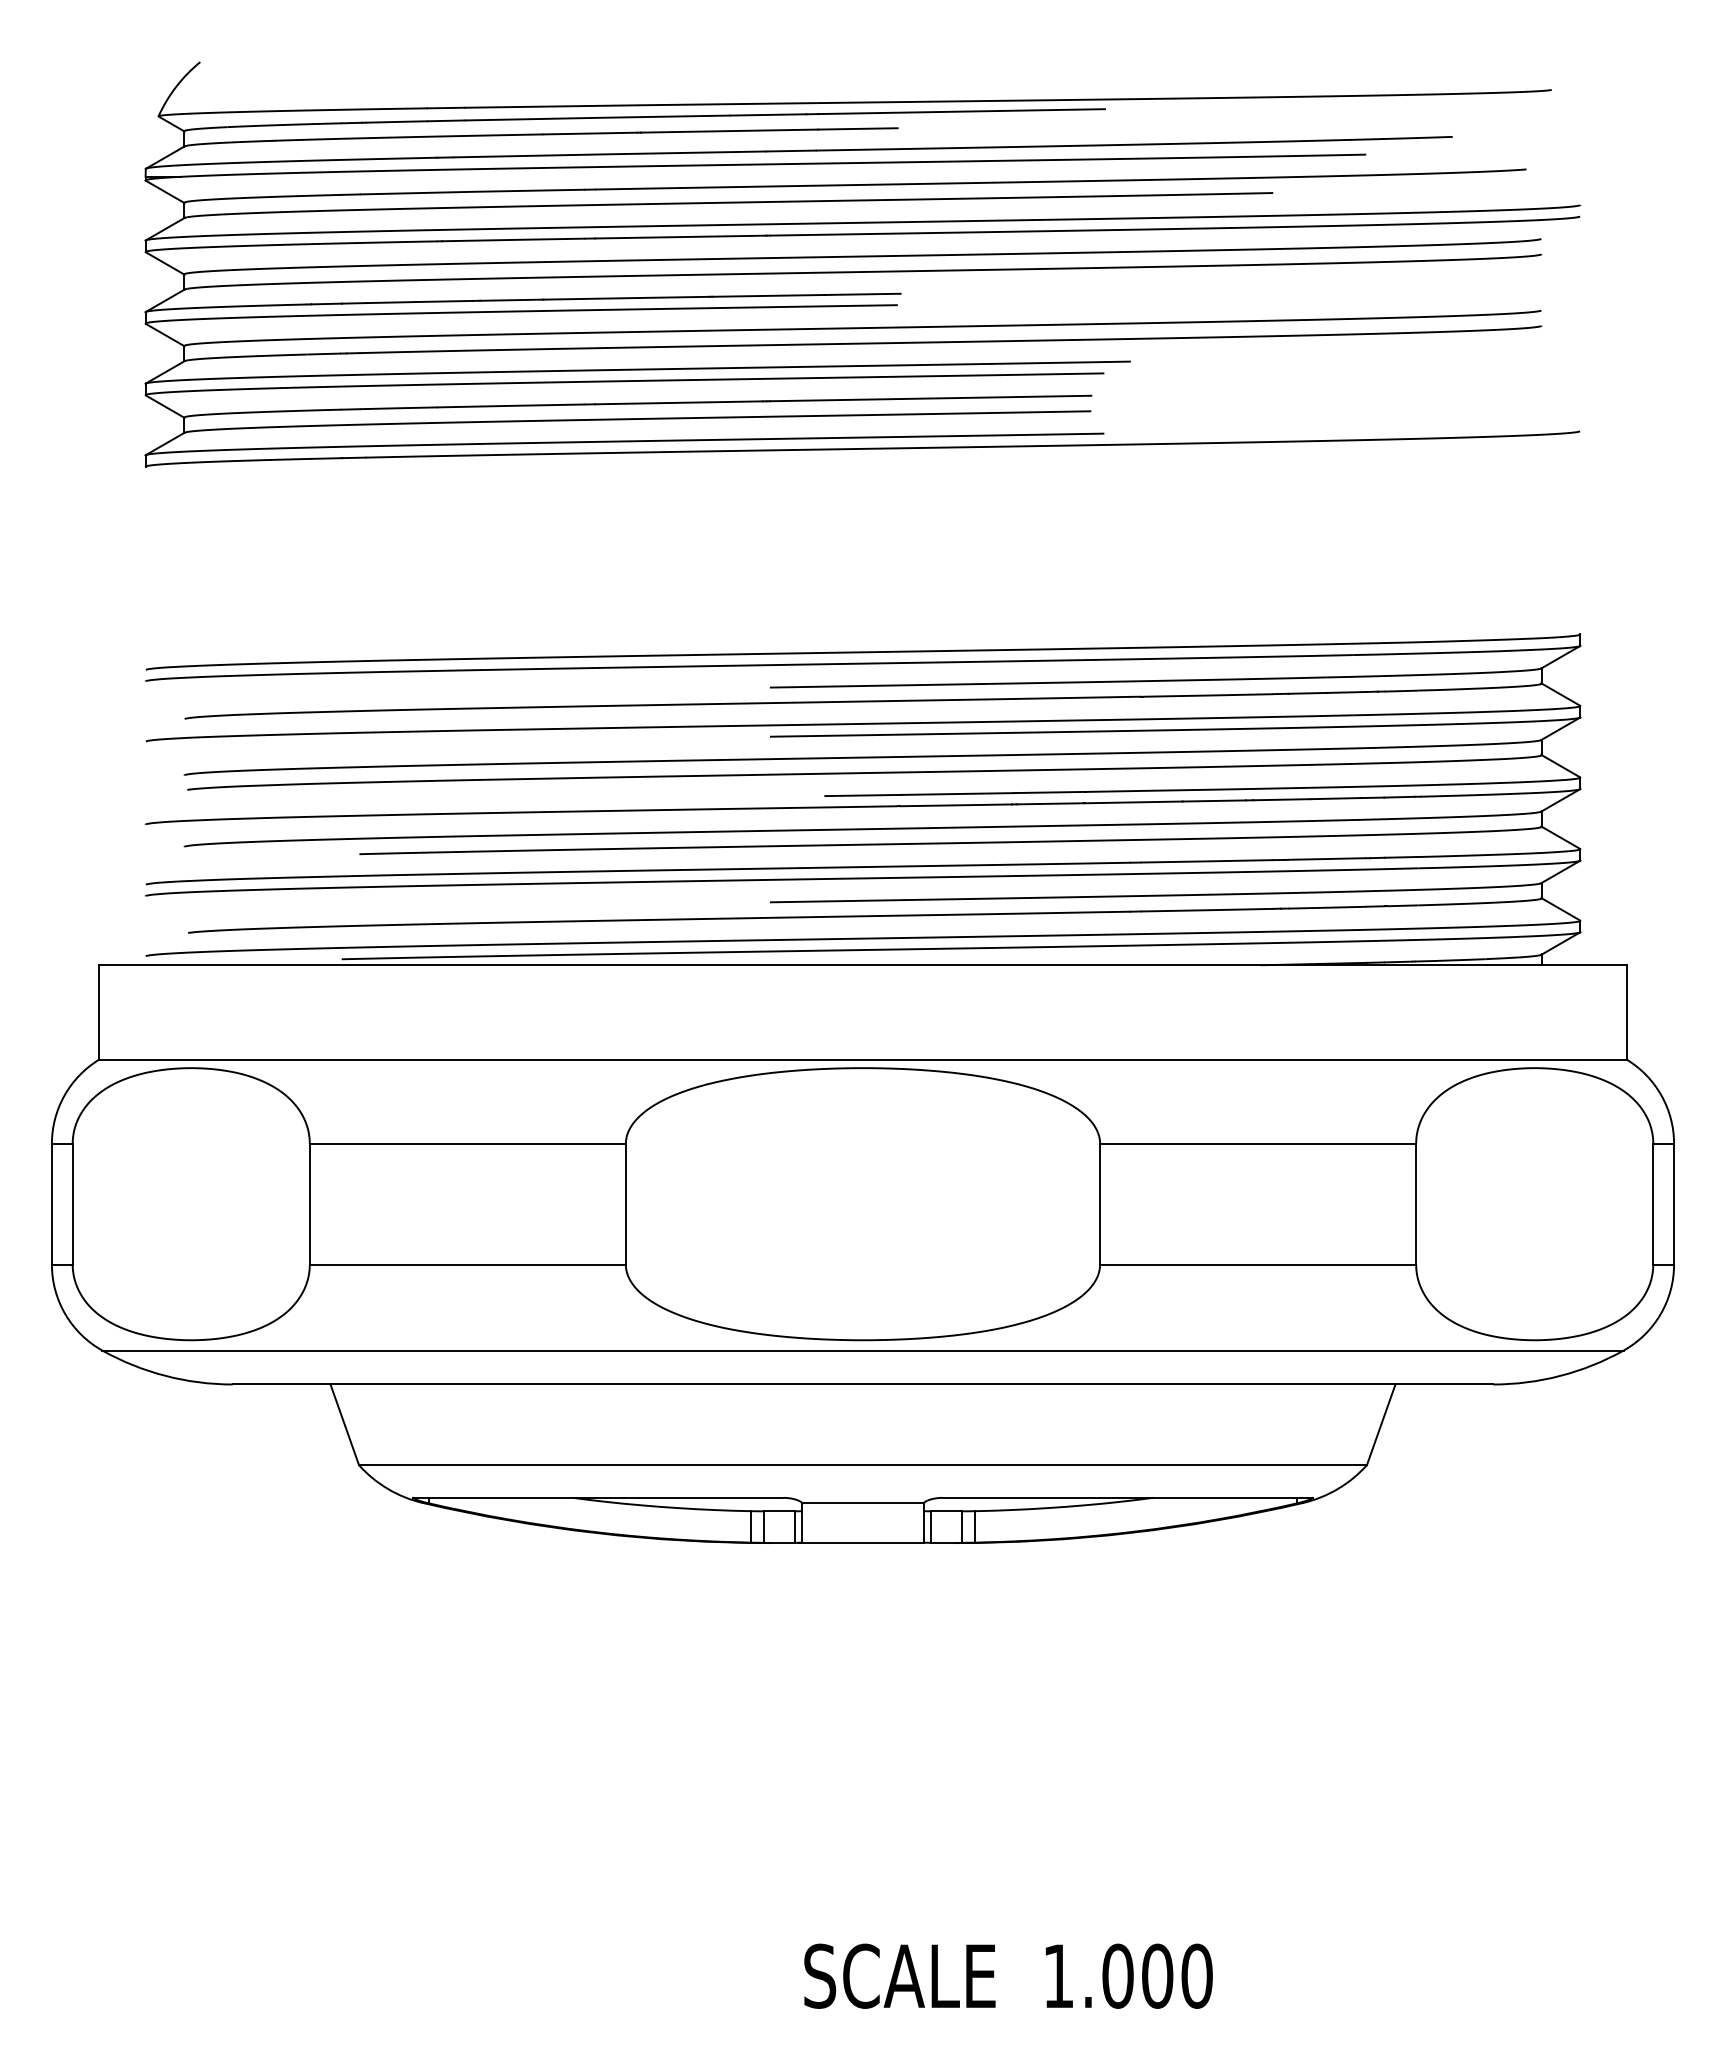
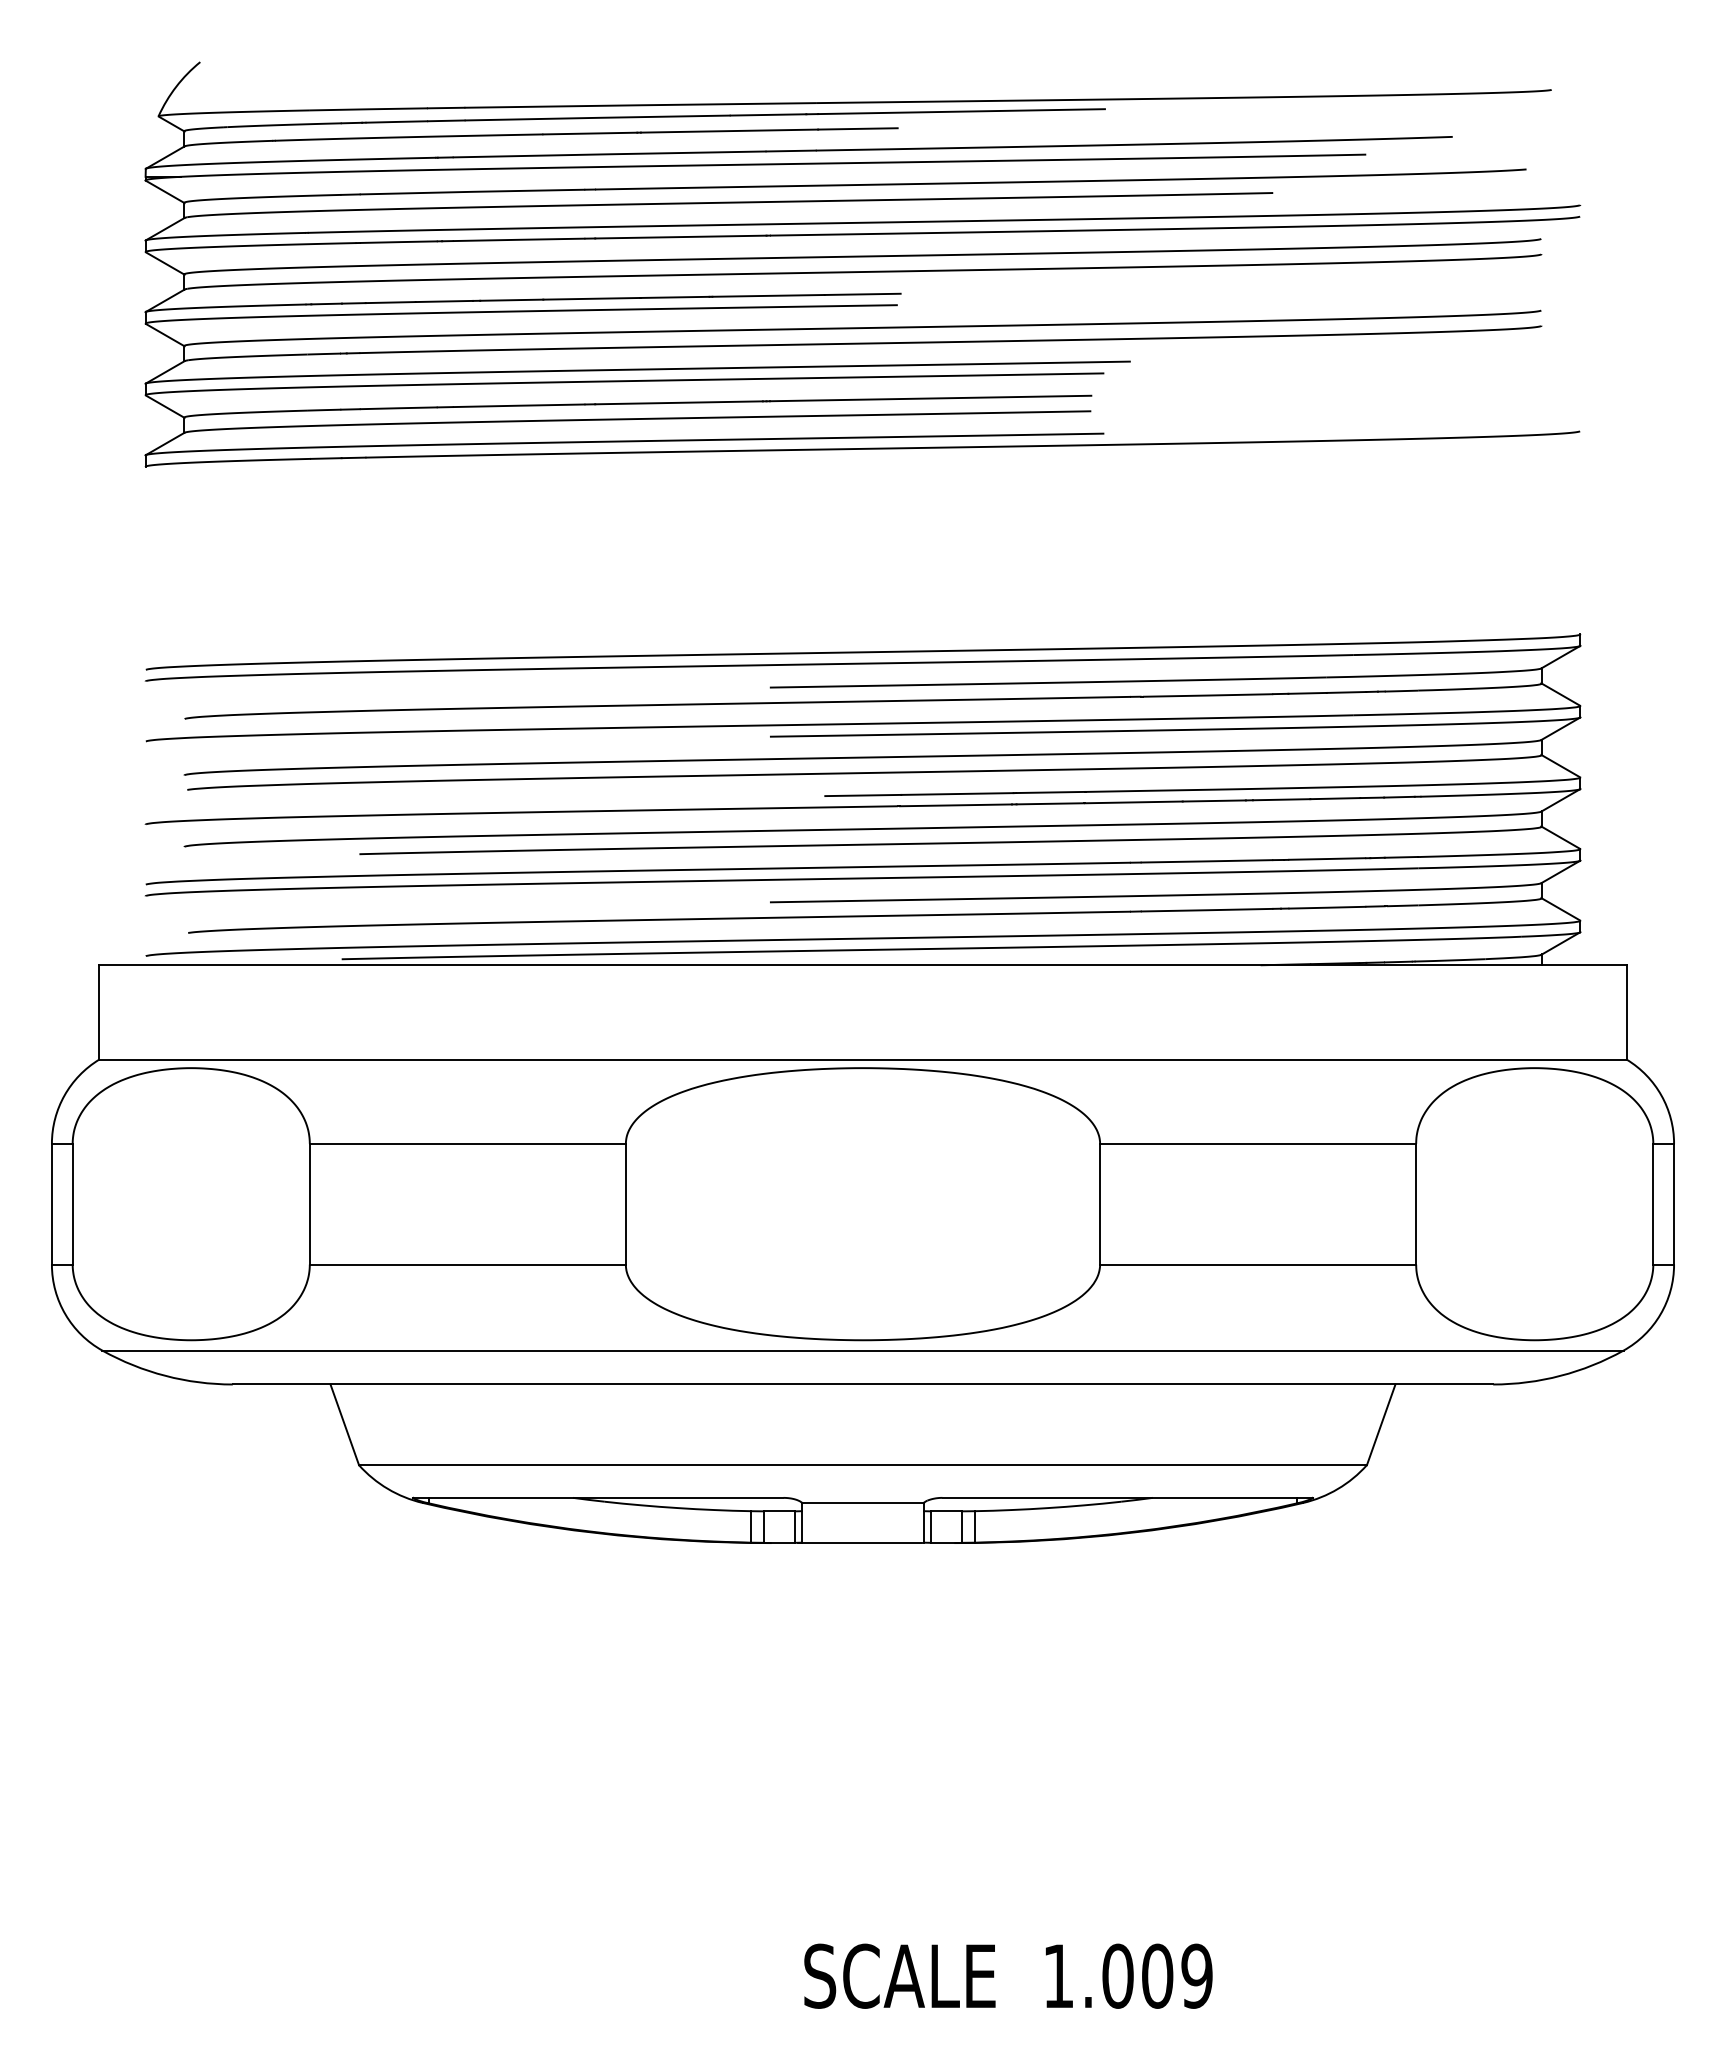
text at (1196, 1975): 1.000 -> 1.009
